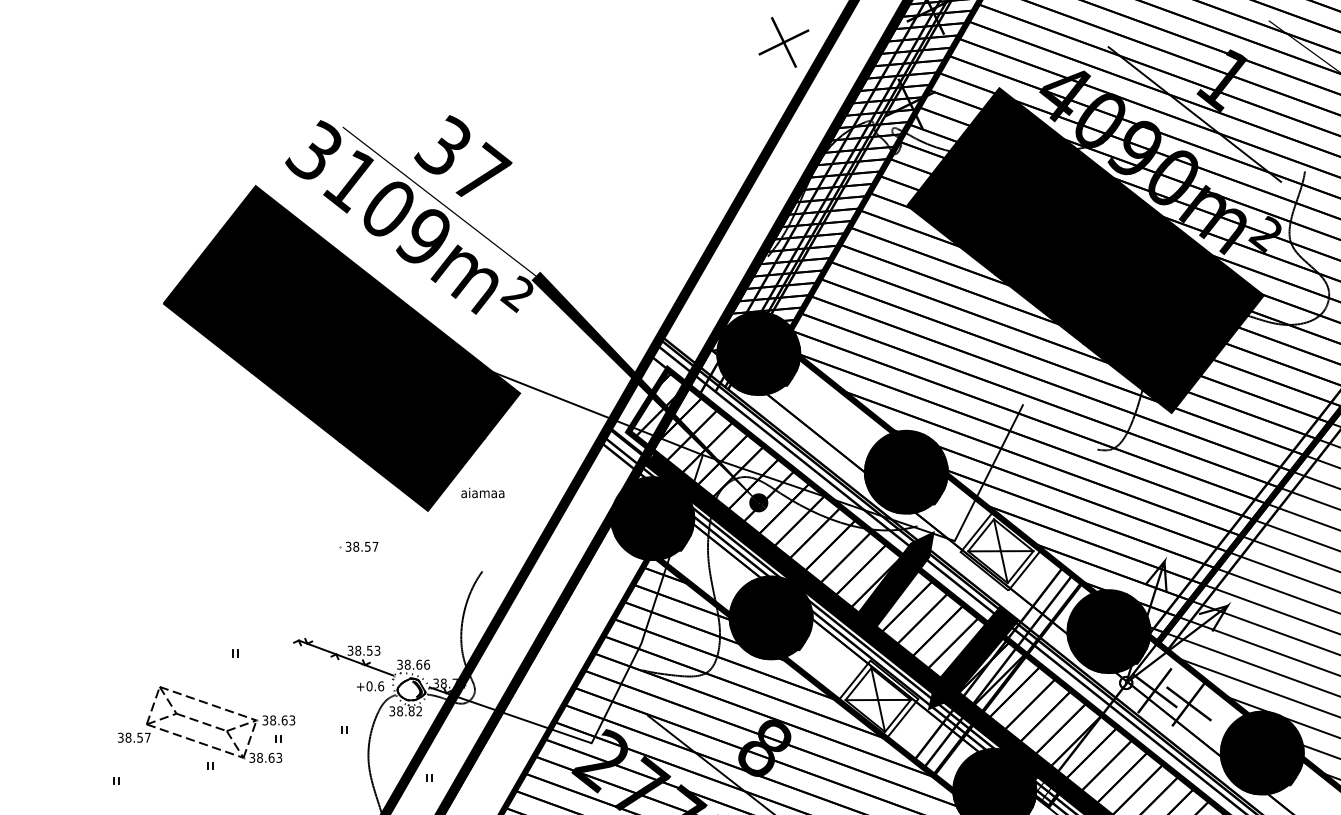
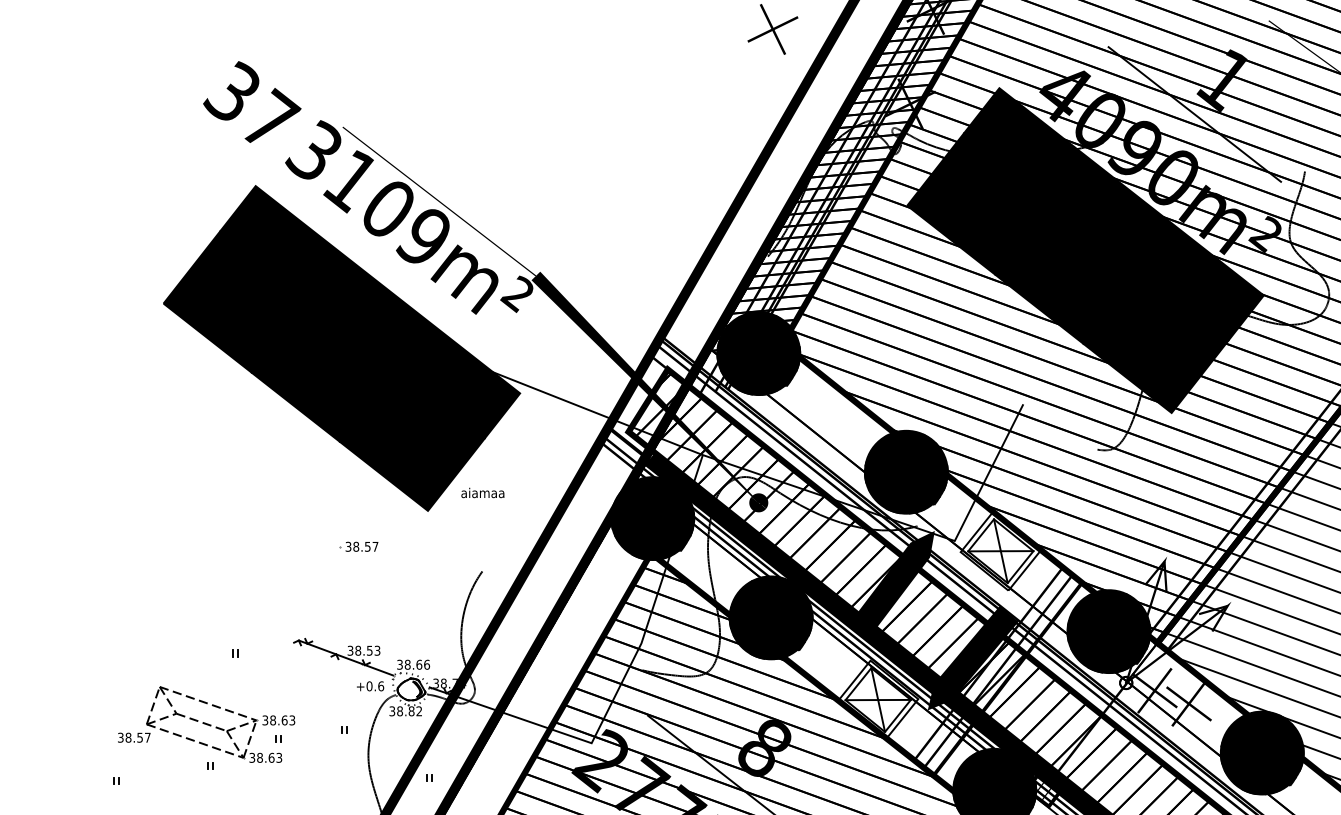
part at (783, 42) position: (783, 42) -> (772, 29)
text at (463, 155) position: (463, 155) -> (252, 101)
